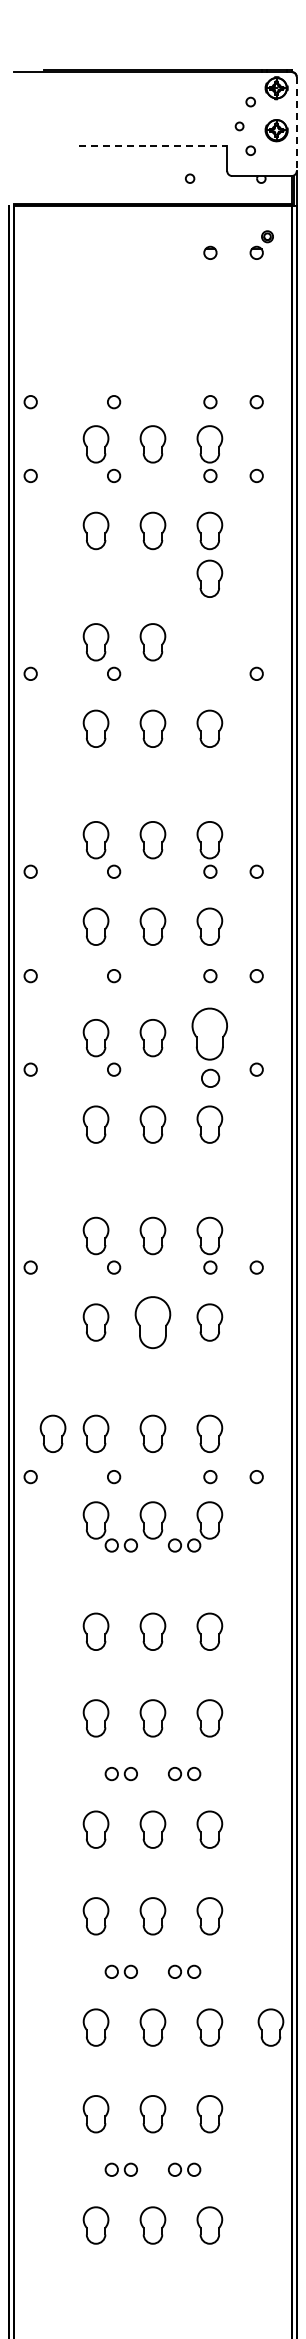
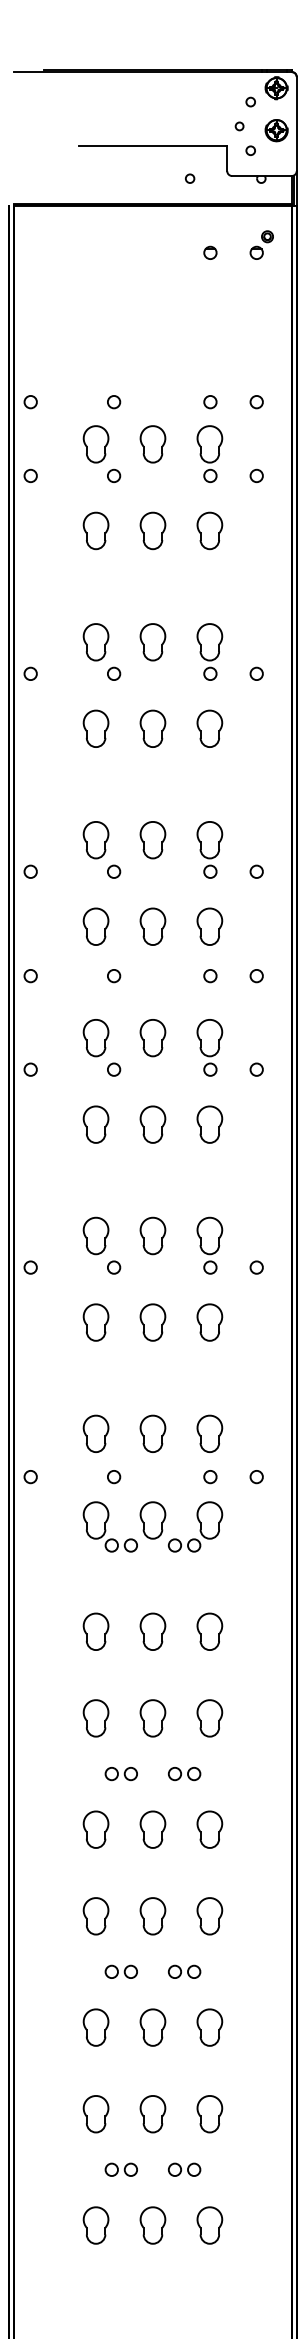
line at (296, 124): dashed -> solid
line at (153, 146): dashed -> solid
part at (209, 578): present -> none
part at (209, 651): none -> present
part at (209, 1047) size: 37x81 px -> 28x58 px
part at (152, 1322) size: 38x54 px -> 28x39 px
part at (52, 1433): present -> none
part at (270, 2027): present -> none
